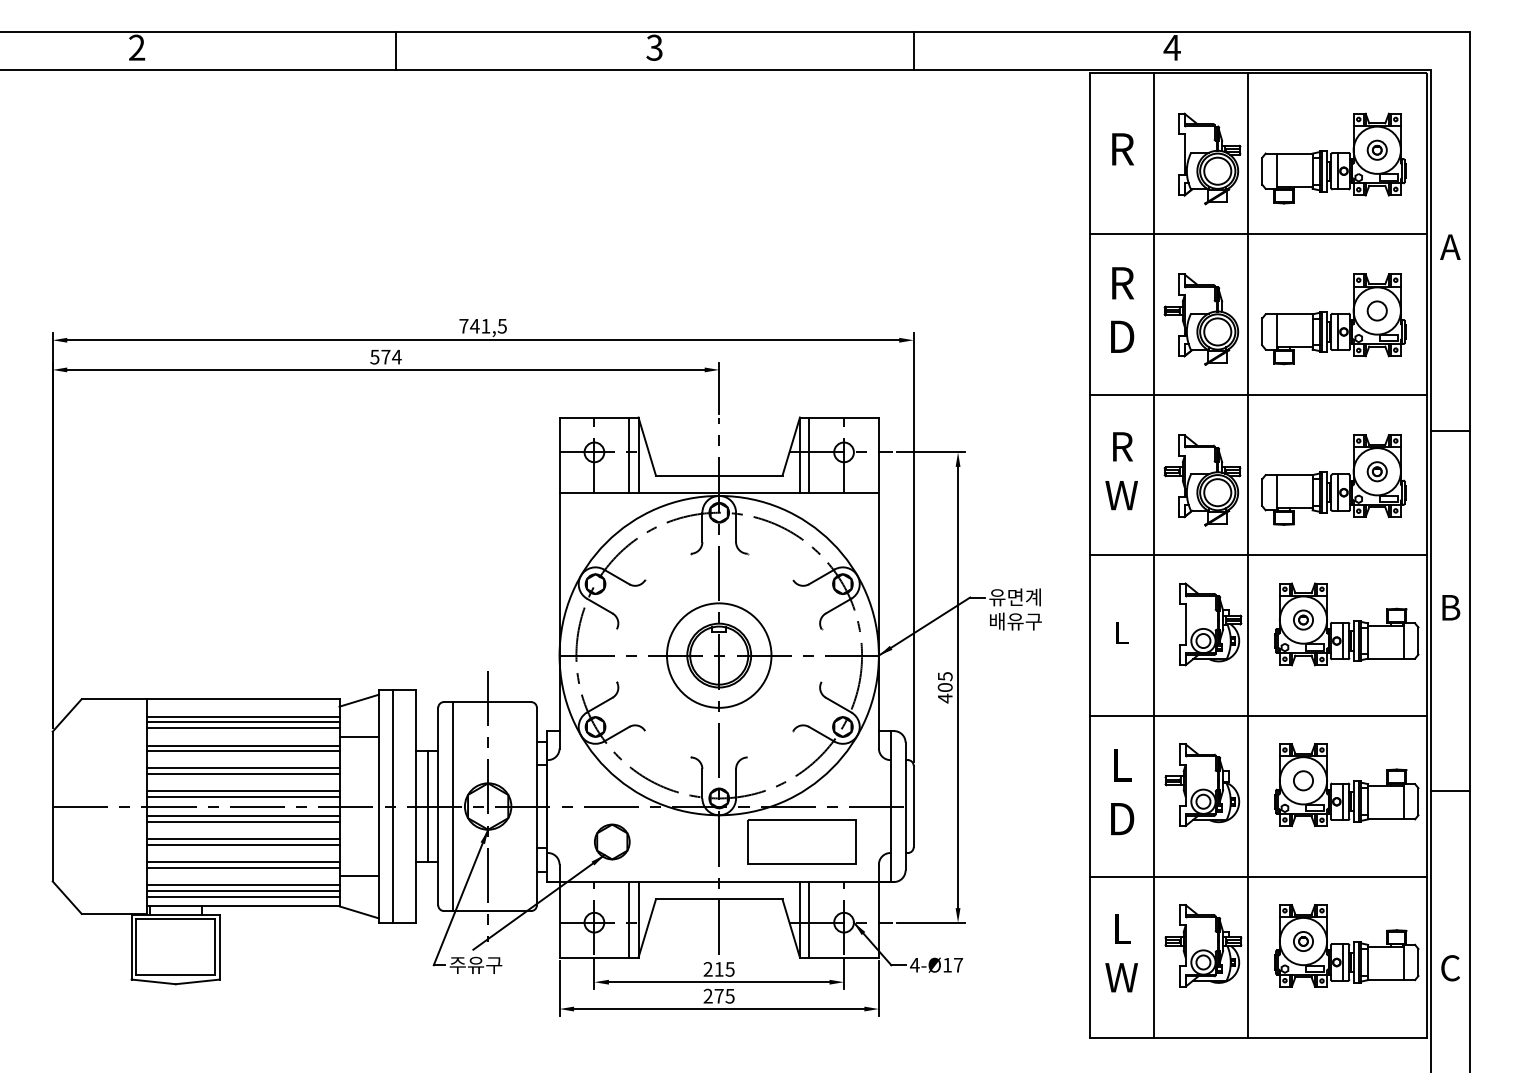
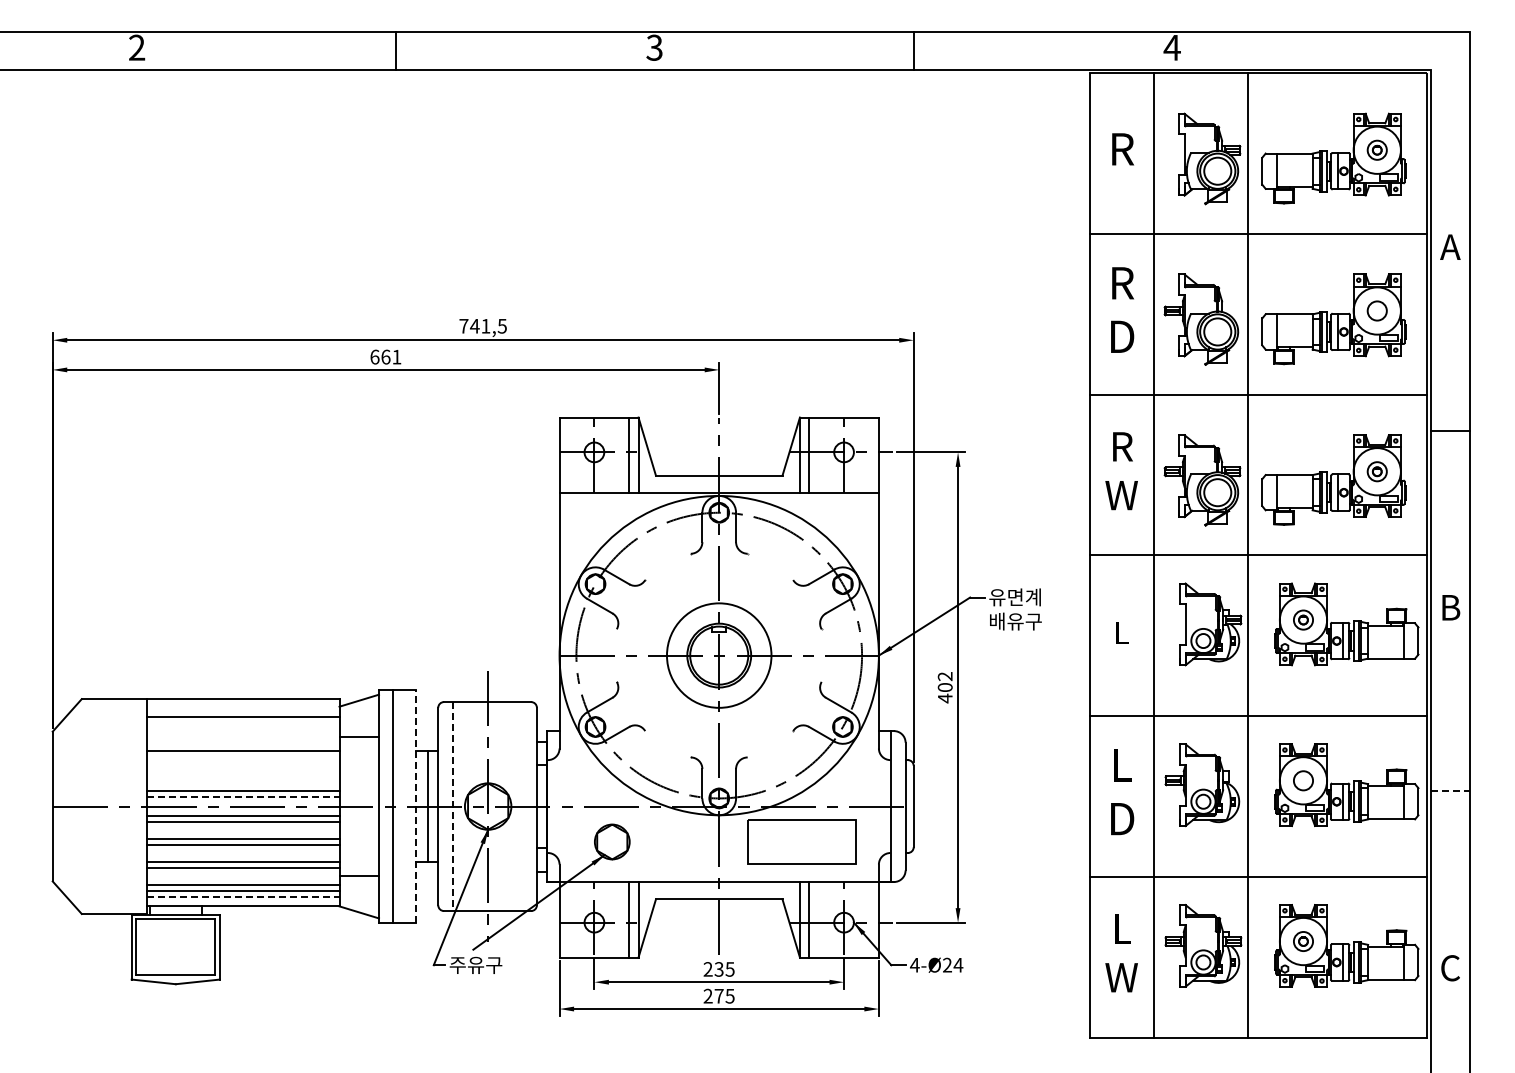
text at (385, 356): 574 -> 661
text at (944, 676): 405 -> 402
line at (242, 722): present -> none
line at (242, 728): present -> none
line at (242, 745): present -> none
line at (242, 768): present -> none
line at (242, 773): present -> none
line at (1450, 791): solid -> dashed
line at (243, 797): solid -> dashed
line at (416, 806): solid -> dashed
line at (453, 806): solid -> dashed
line at (243, 896): solid -> dashed
text at (953, 964): 4-Ø17 -> 4-Ø24
text at (718, 969): 215 -> 235
